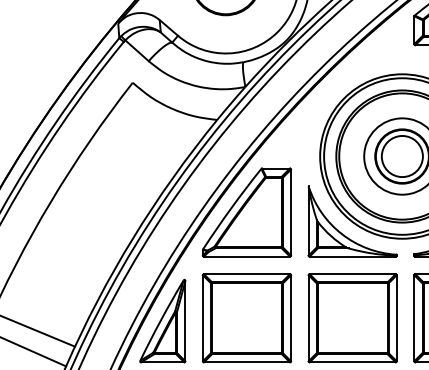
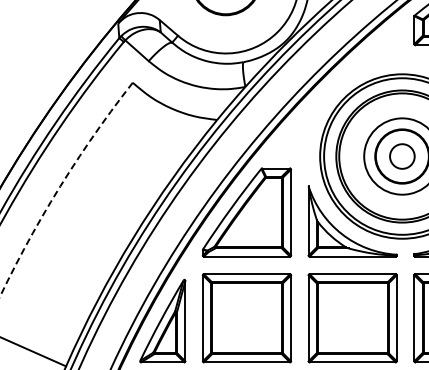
circle at (401, 156) diameter: 41 px -> 25 px
arc at (60, 186): solid -> dashed
line at (38, 331): present -> none
